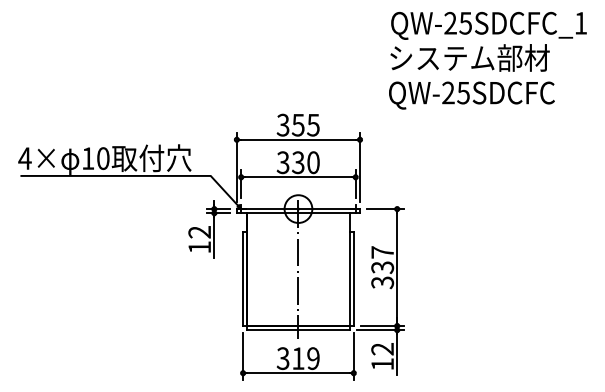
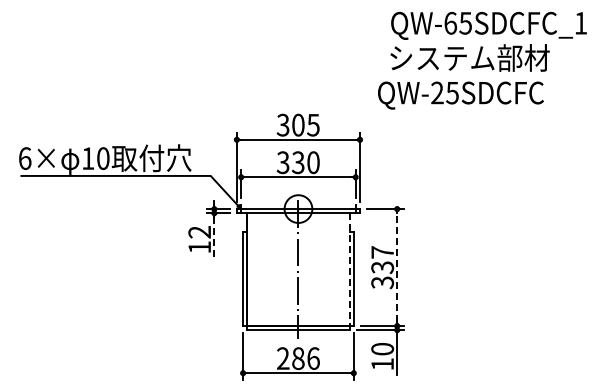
text at (450, 22): QW-25SDCFC_1 -> QW-65SDCFC_1
text at (471, 95) position: (471, 95) -> (460, 95)
text at (297, 124): 355 -> 305
text at (24, 158): 4× -> 6×
line at (214, 238): solid -> dashed
line at (397, 267): solid -> dashed
line at (349, 272): solid -> dashed
text at (382, 349): 12 -> 10
text at (297, 358): 319 -> 286
